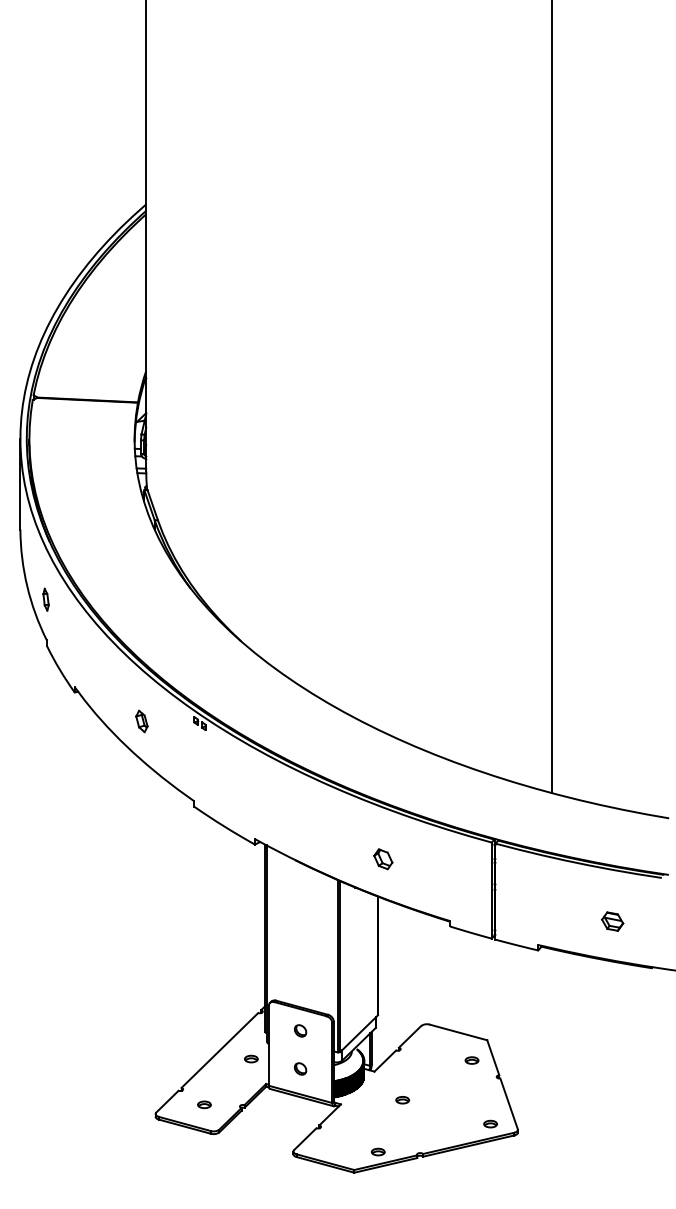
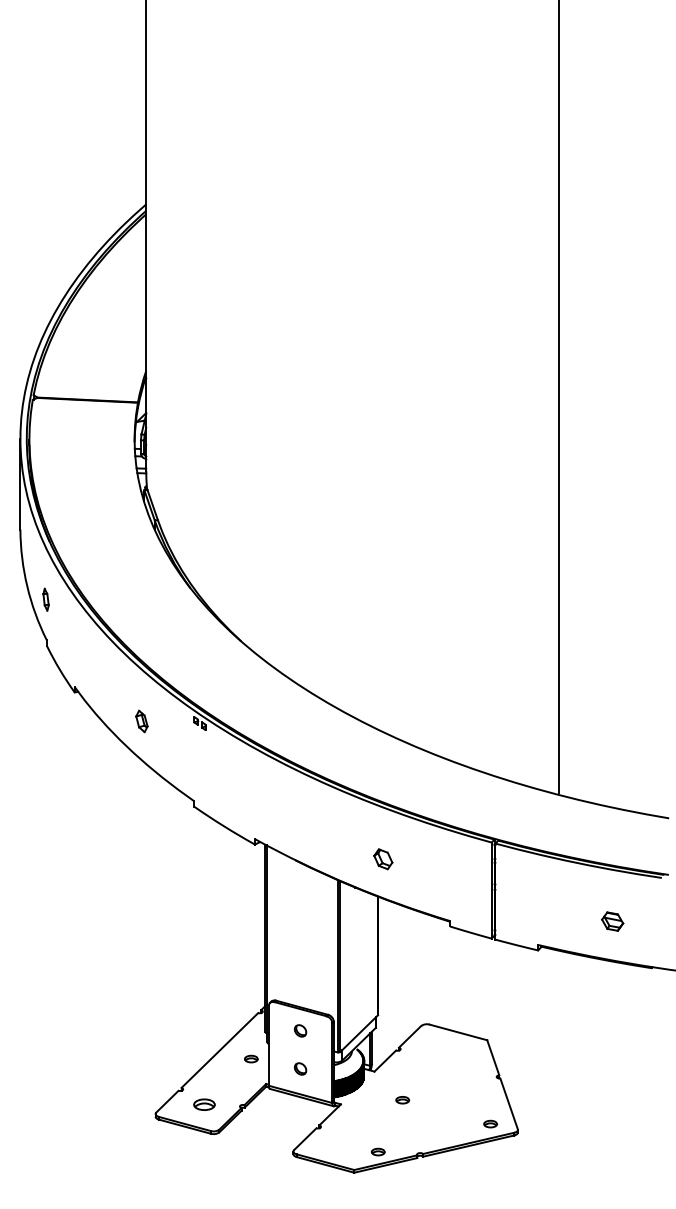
line at (552, 397) position: (552, 397) -> (559, 397)
part at (471, 1060): present -> none
part at (204, 1104) size: 15x10 px -> 23x13 px
